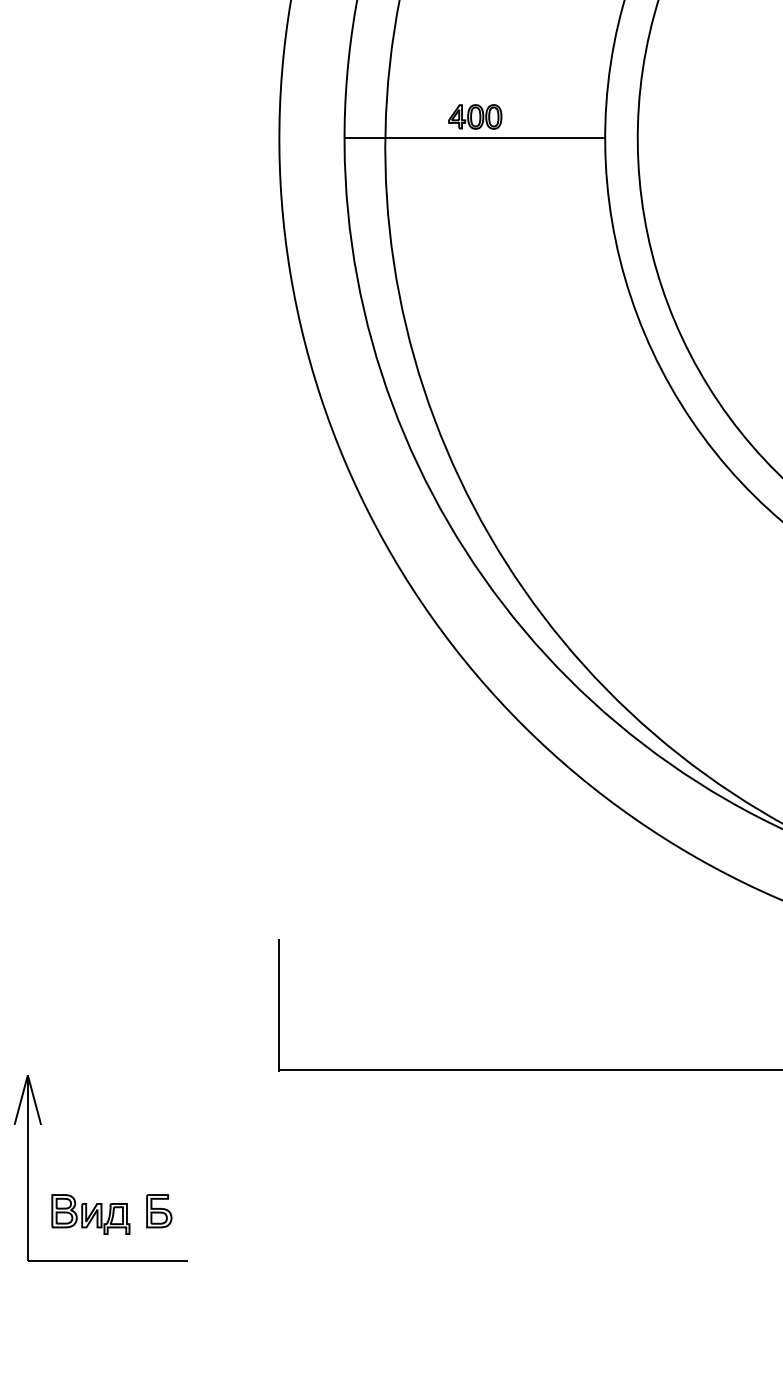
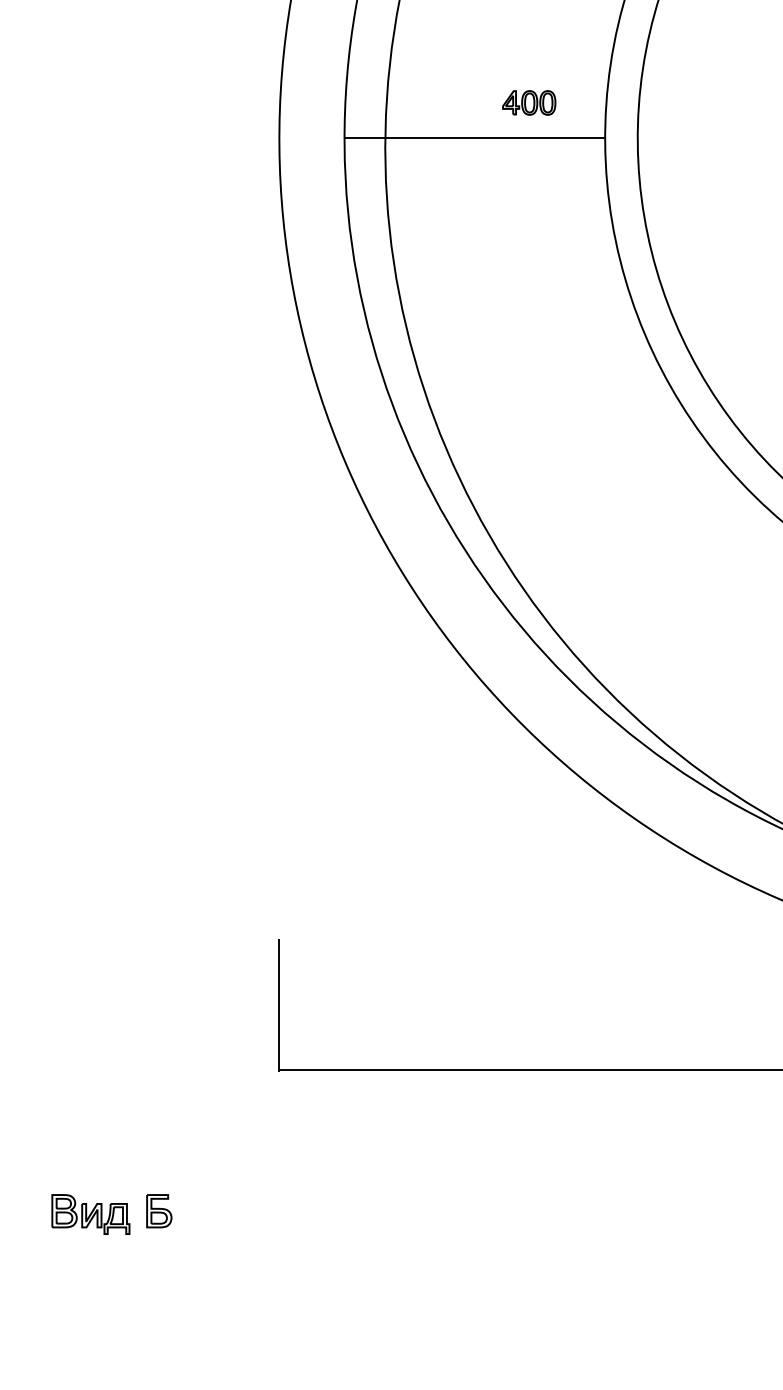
part at (475, 116) position: (475, 116) -> (529, 102)
part at (28, 1168): present -> none
